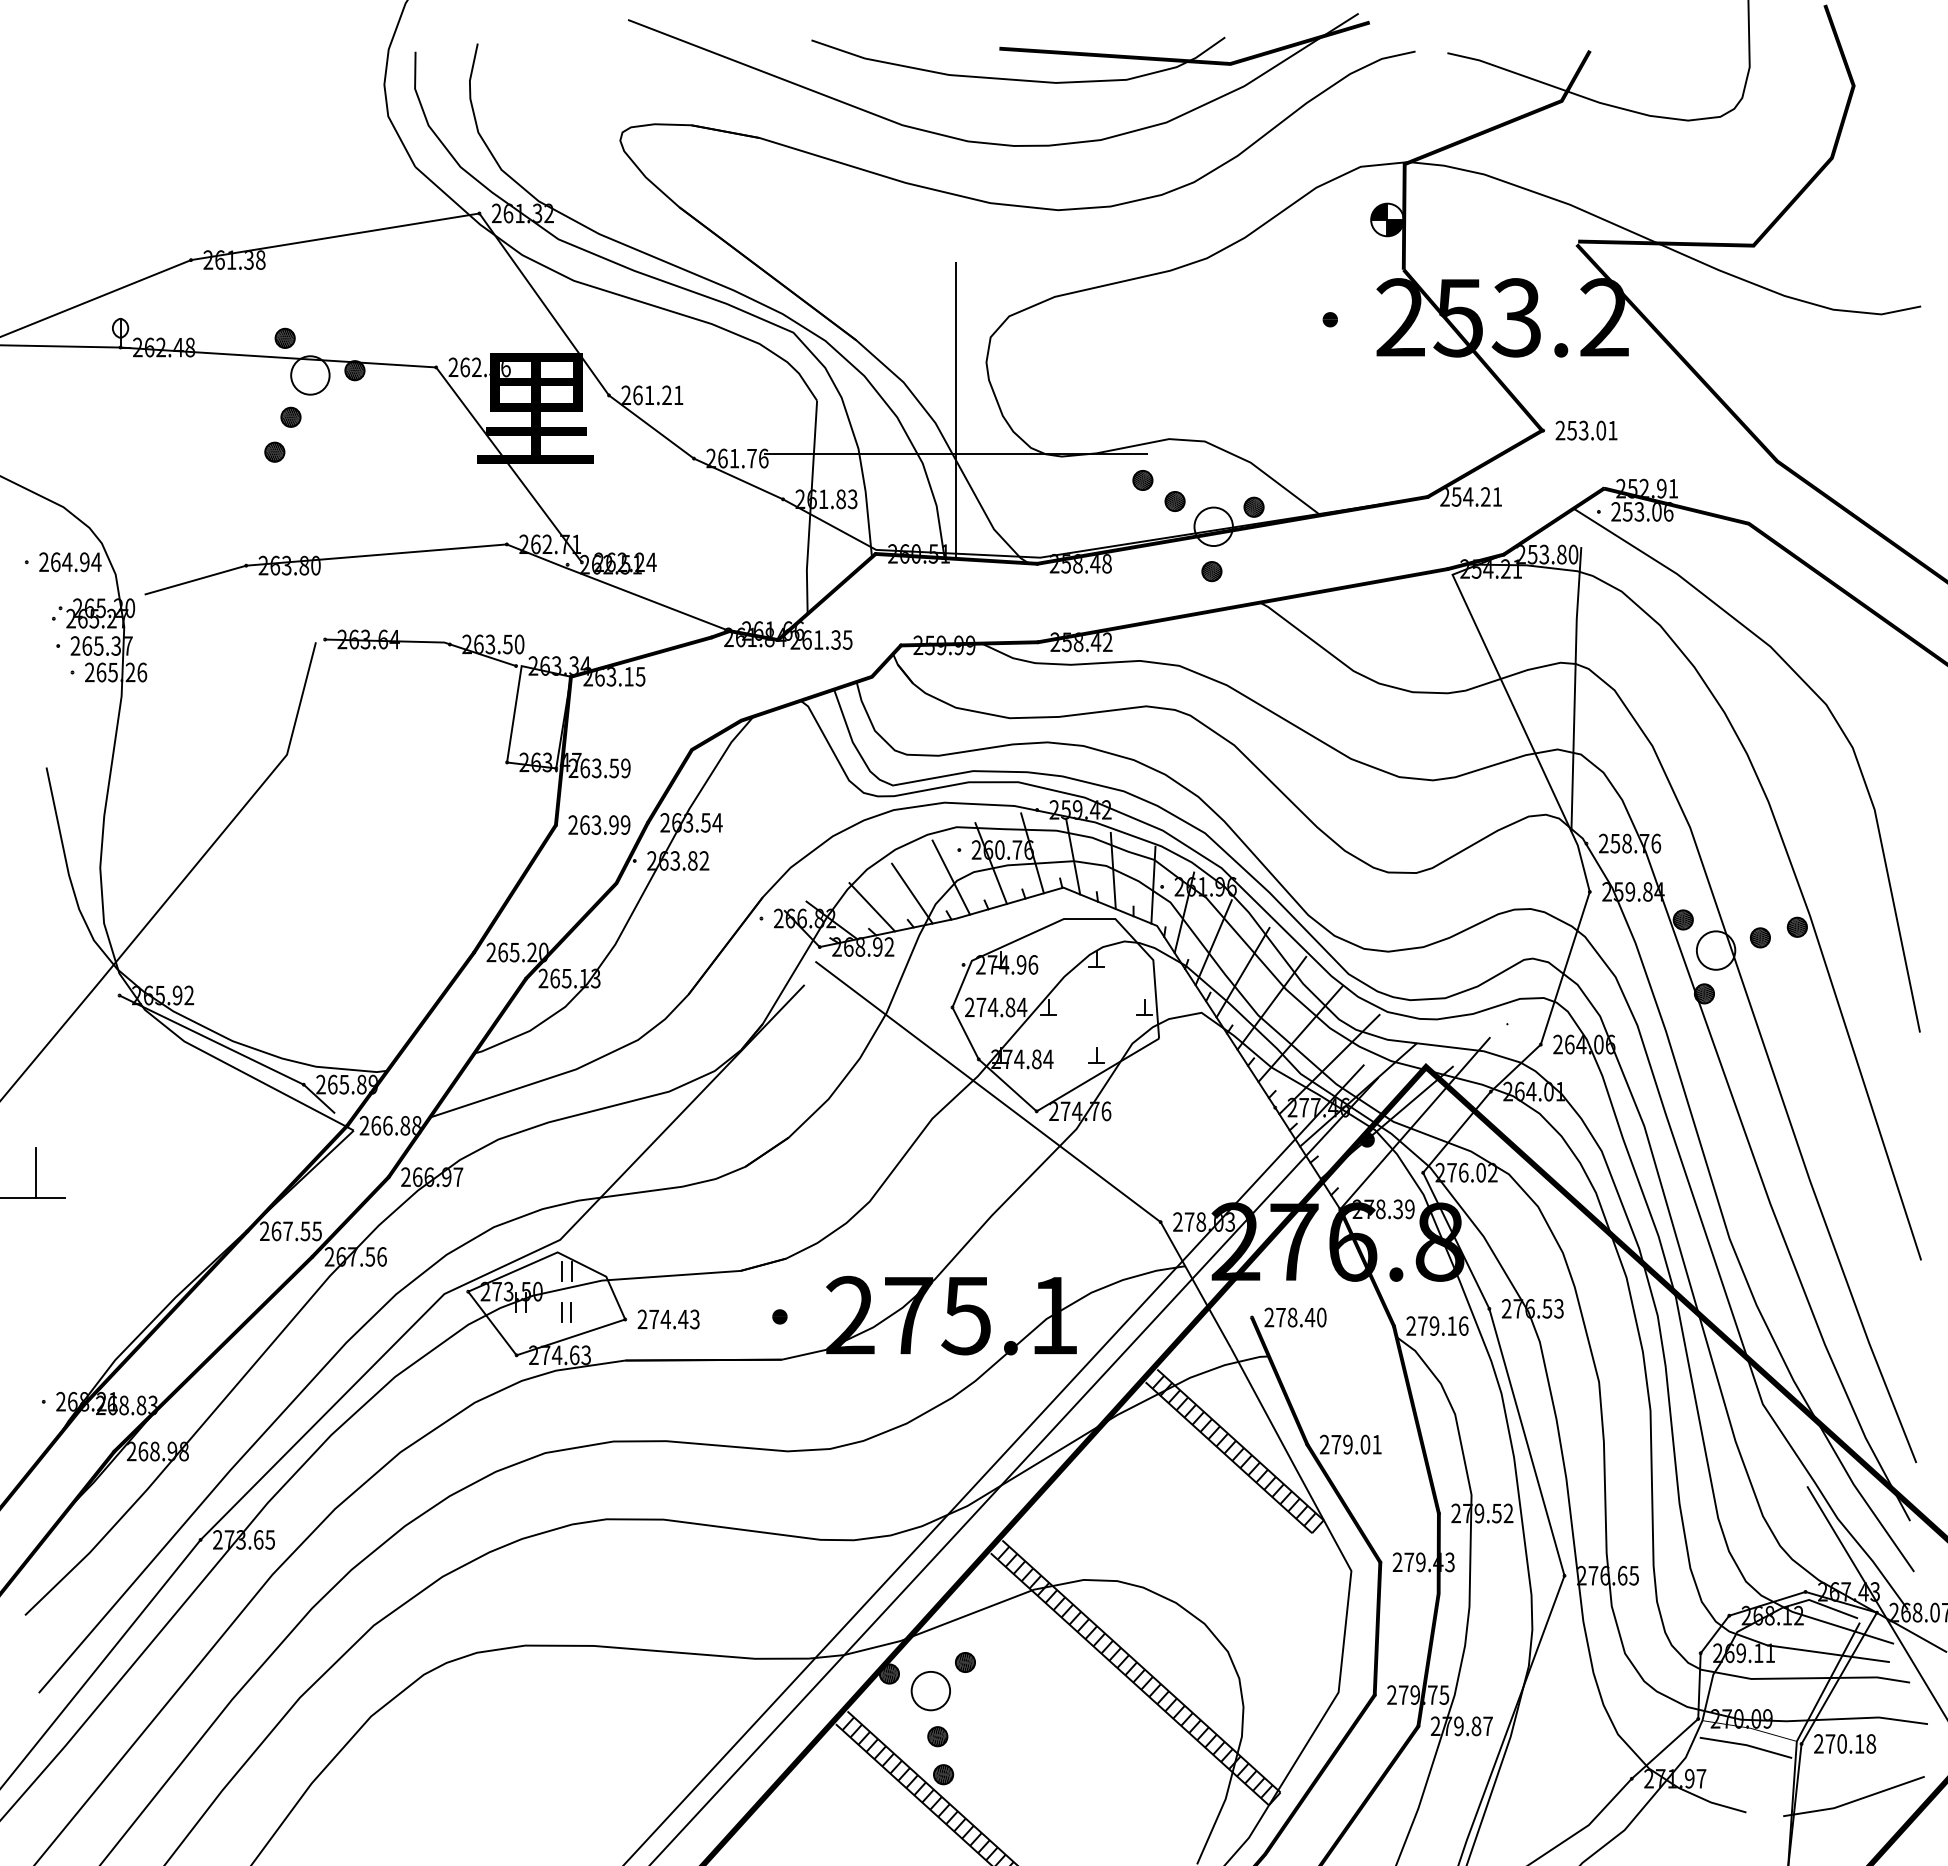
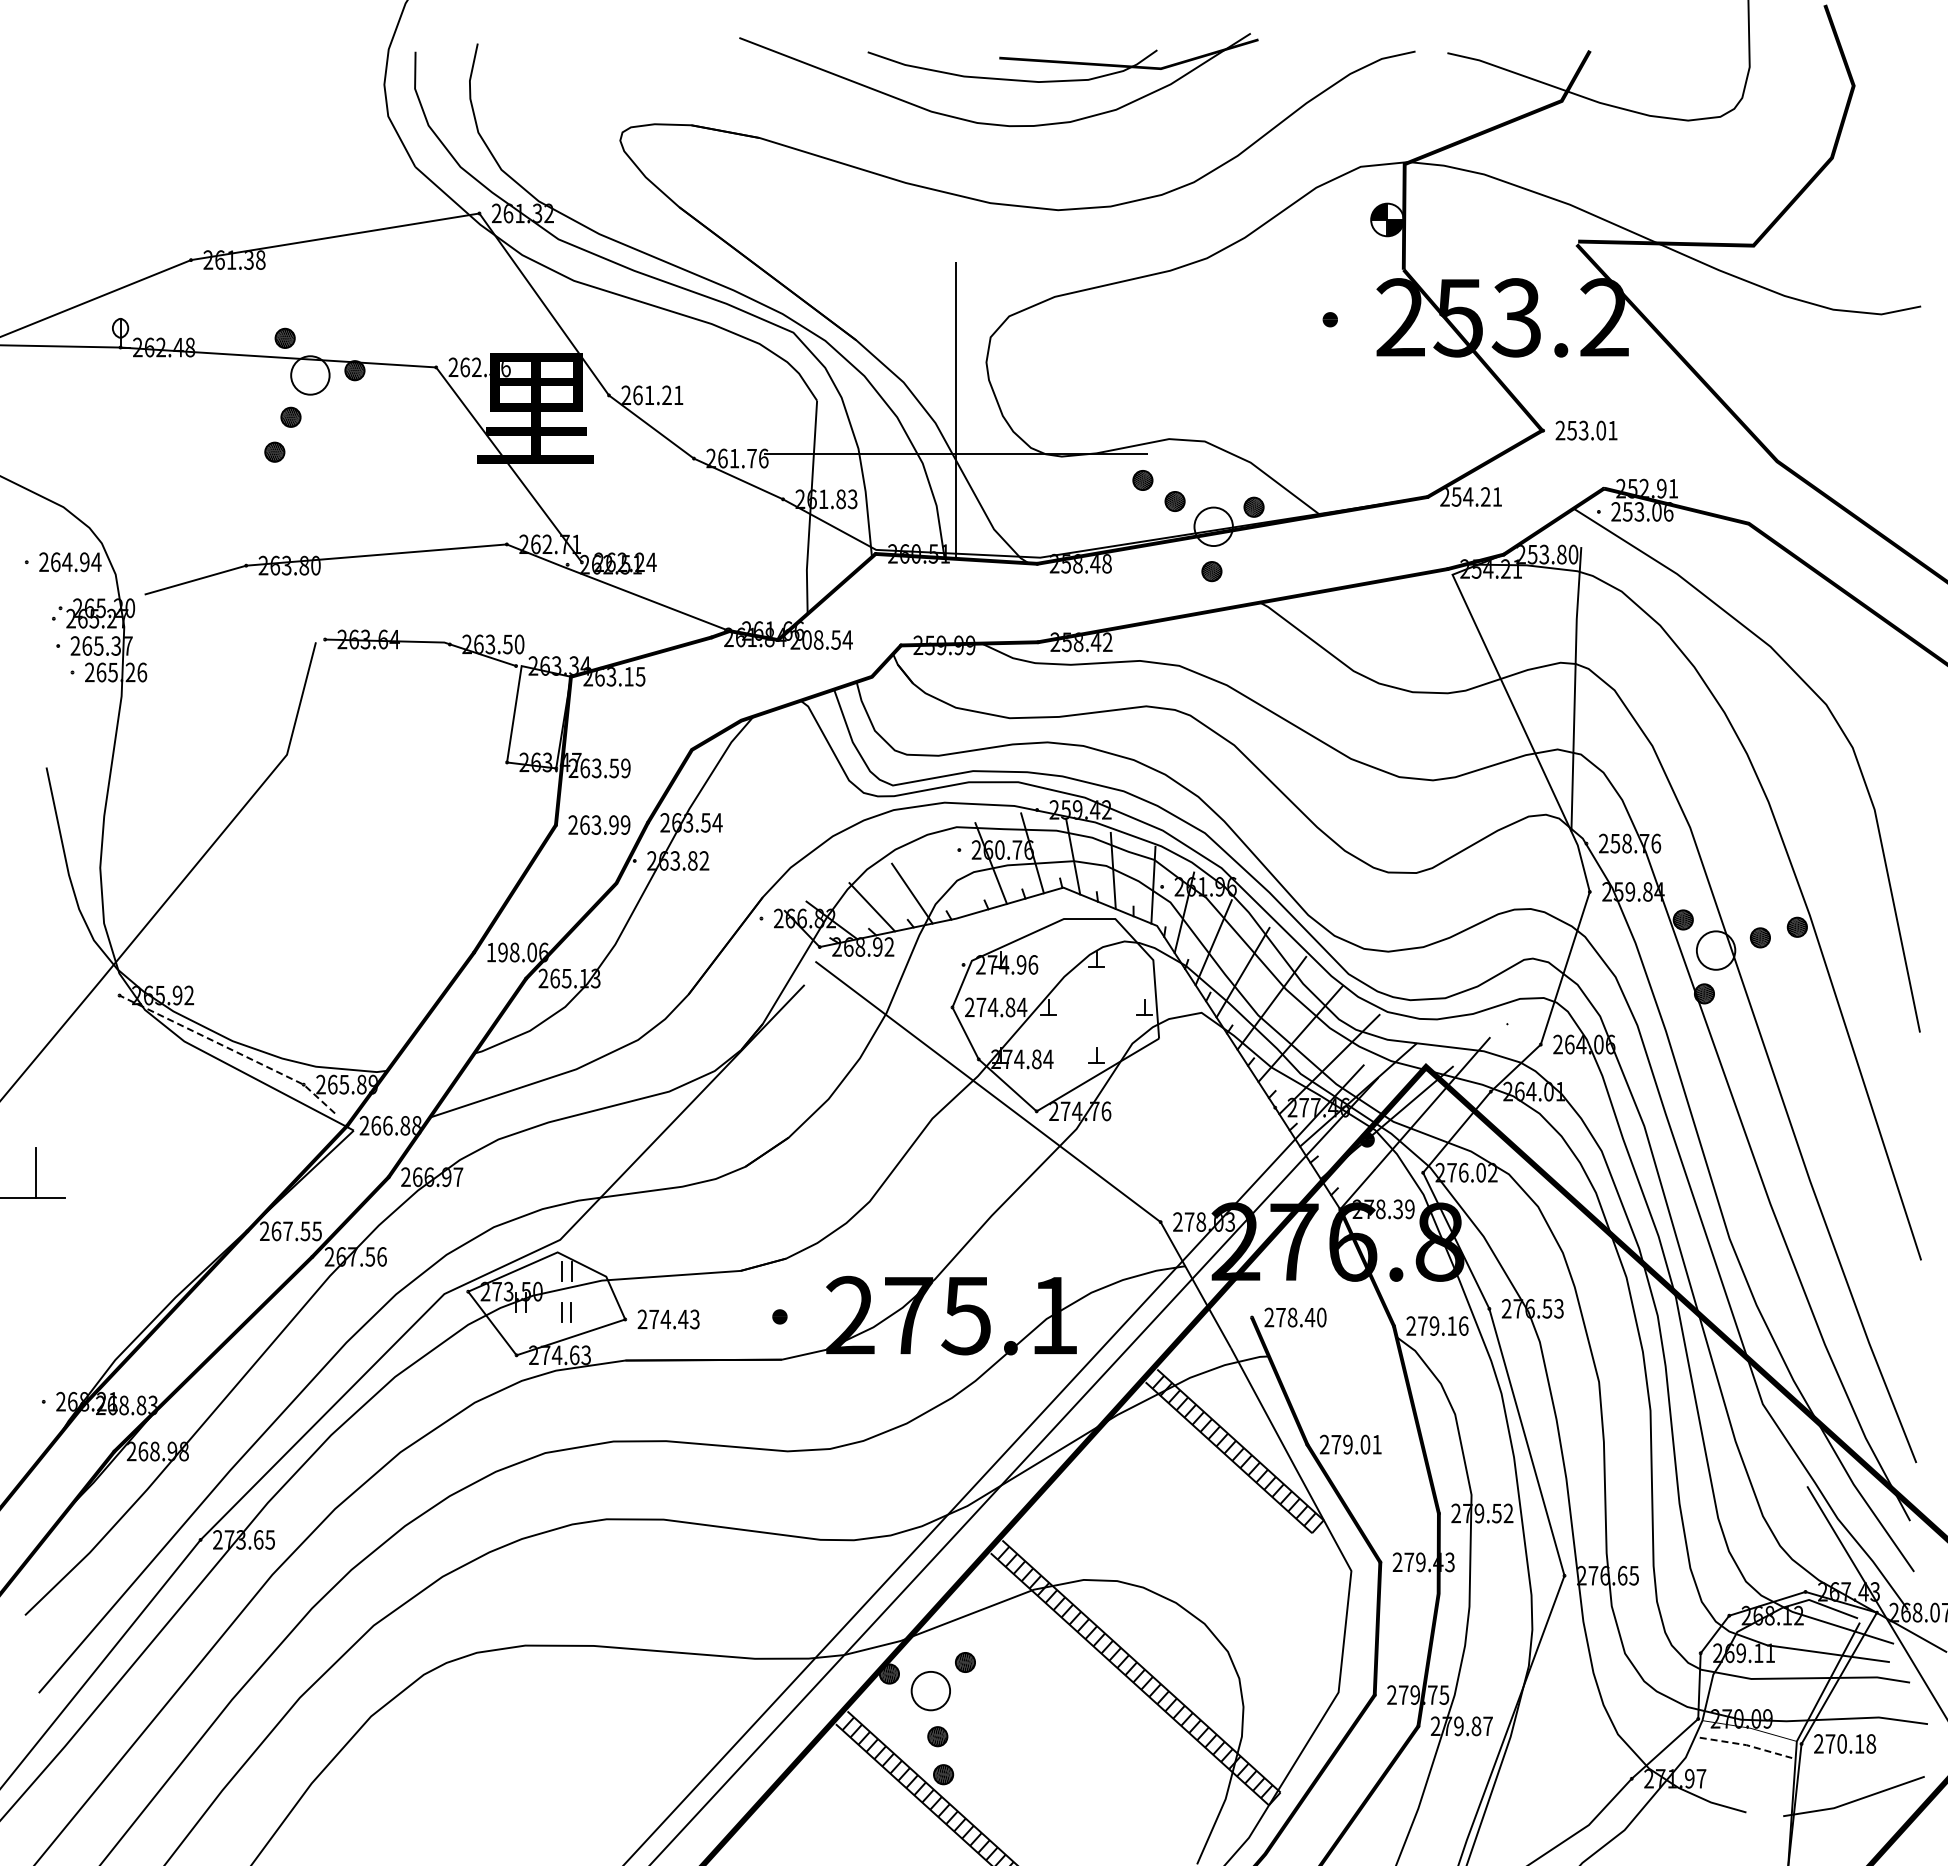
part at (998, 79) size: 742x134 px -> 520x95 px
text at (827, 639): 261.35 -> 208.54
line at (951, 877): present -> none
text at (517, 952): 265.20 -> 198.06
line at (230, 1049): solid -> dashed
line at (1746, 1745): solid -> dashed
